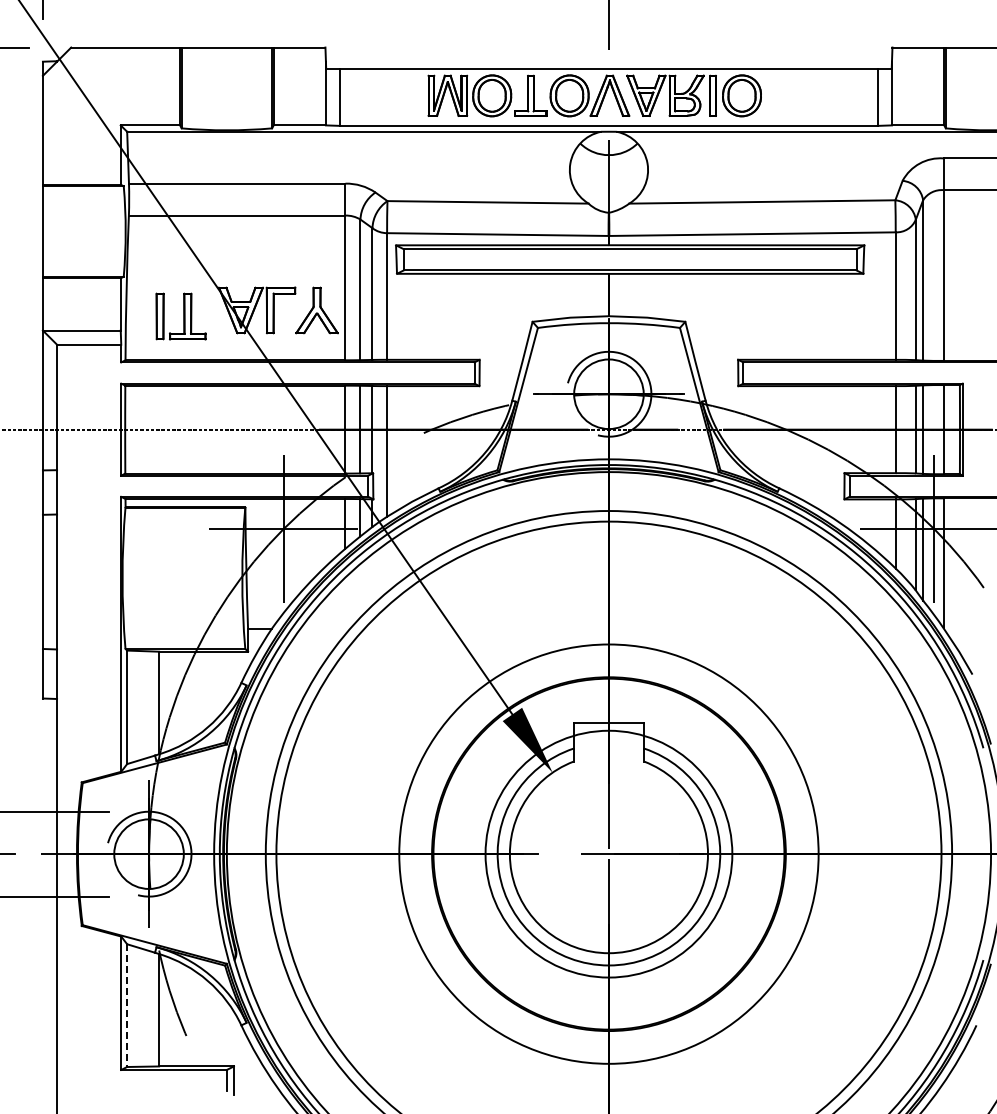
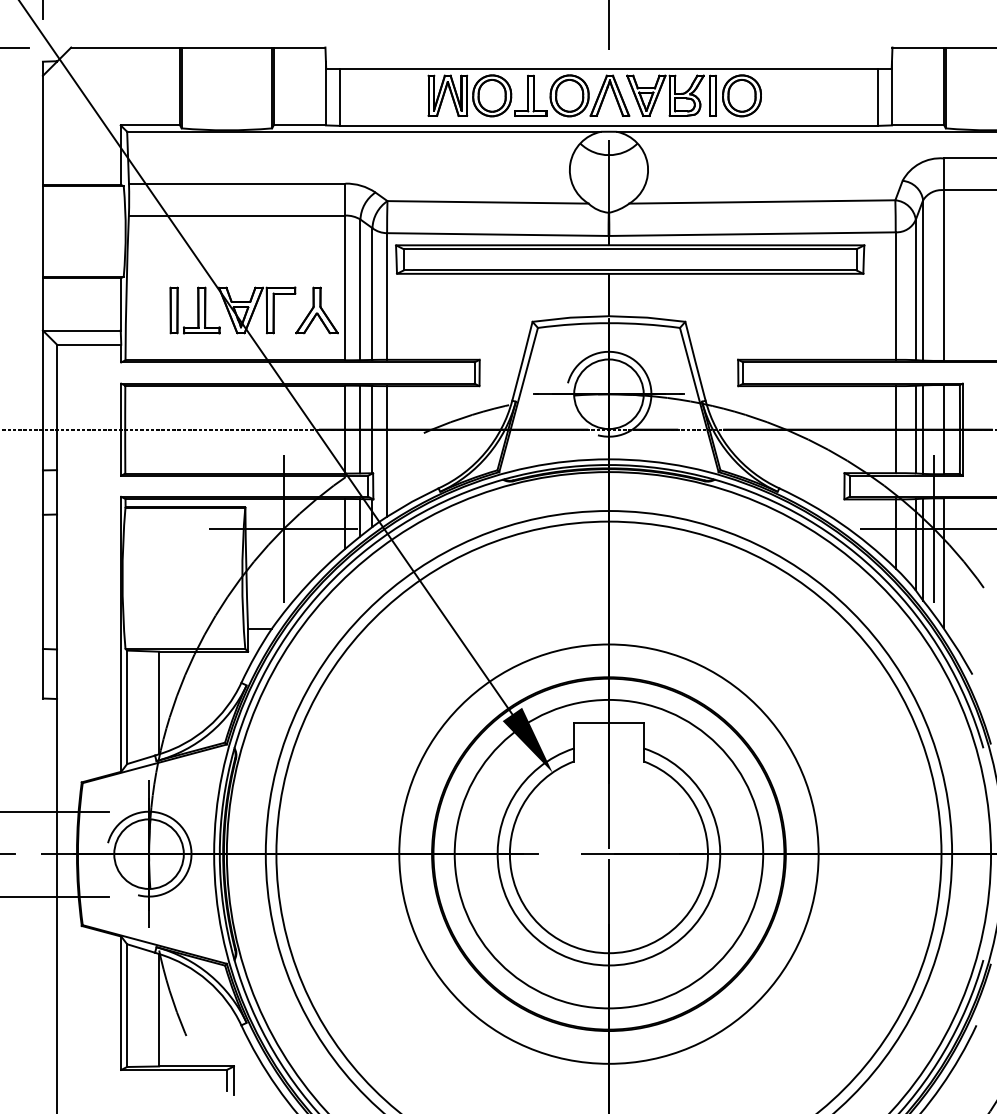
part at (180, 316) position: (180, 316) -> (194, 310)
circle at (608, 853) diameter: 247 px -> 308 px
line at (127, 1006): dashed -> solid
